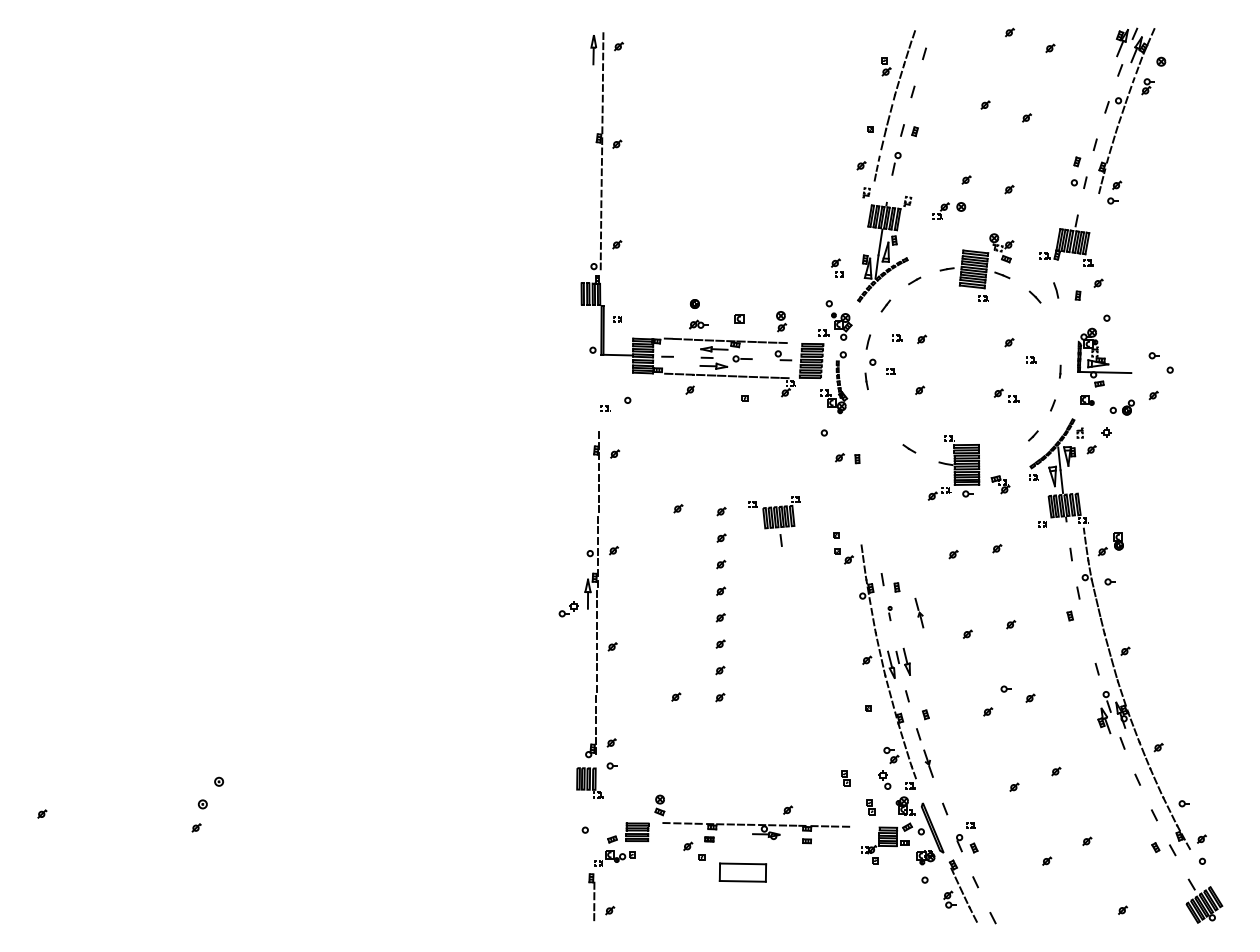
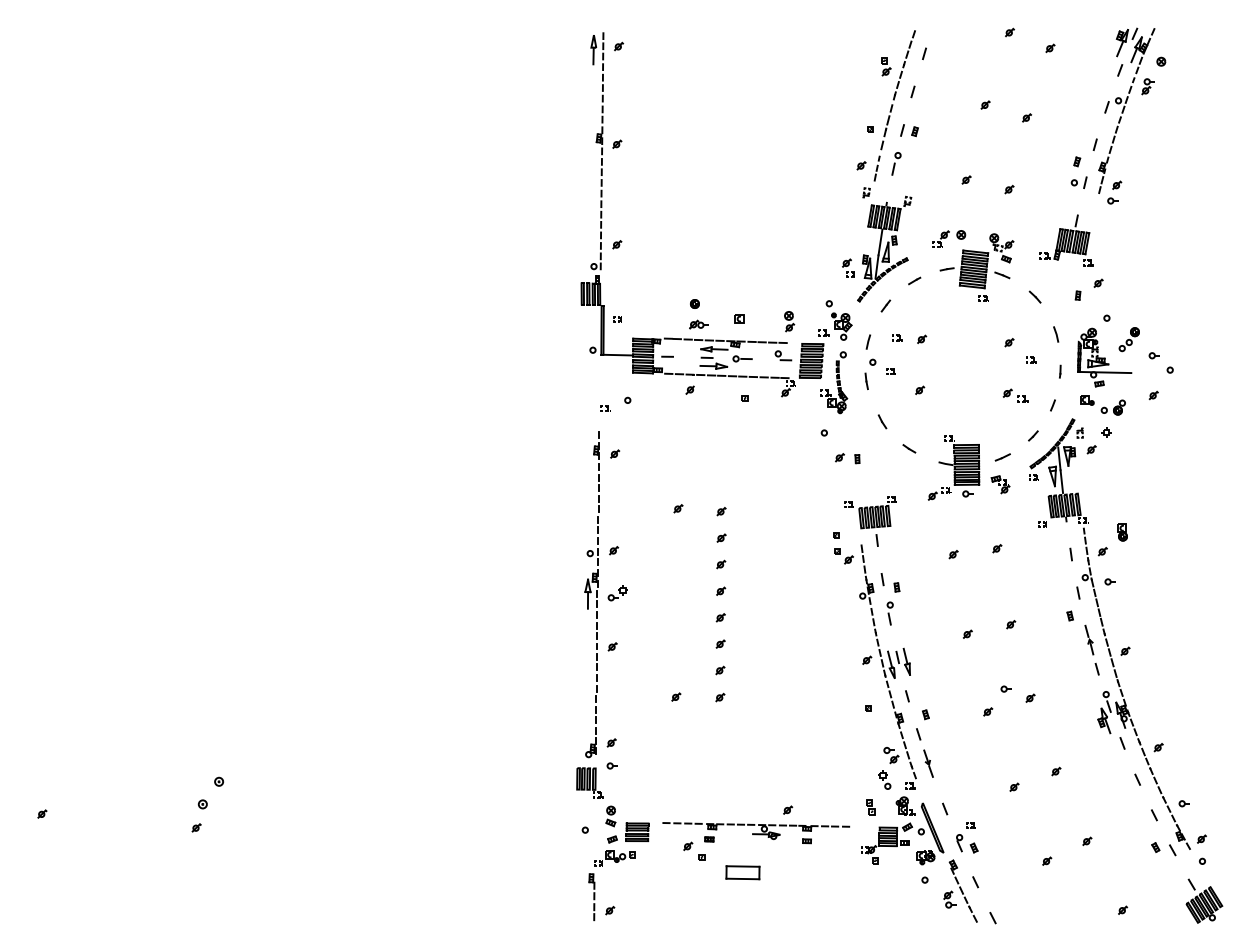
part at (949, 210) position: (949, 210) -> (949, 238)
part at (837, 267) position: (837, 267) -> (848, 267)
line at (1056, 290) position: (1056, 290) -> (1056, 334)
part at (781, 321) position: (781, 321) -> (789, 321)
part at (1128, 339): none -> present
part at (1006, 395) position: (1006, 395) -> (1015, 395)
part at (1121, 407) position: (1121, 407) -> (1112, 407)
line at (882, 421): none -> present
line at (1002, 457): none -> present
part at (774, 521) position: (774, 521) -> (870, 521)
part at (1118, 541) position: (1118, 541) -> (1122, 532)
part at (568, 609) position: (568, 609) -> (617, 593)
part at (919, 612) position: (919, 612) -> (1089, 639)
part at (889, 613) size: 6x16 px -> 8x25 px
part at (845, 778): present -> none
part at (659, 805) position: (659, 805) -> (610, 816)
part at (742, 872) size: 50x21 px -> 36x16 px
